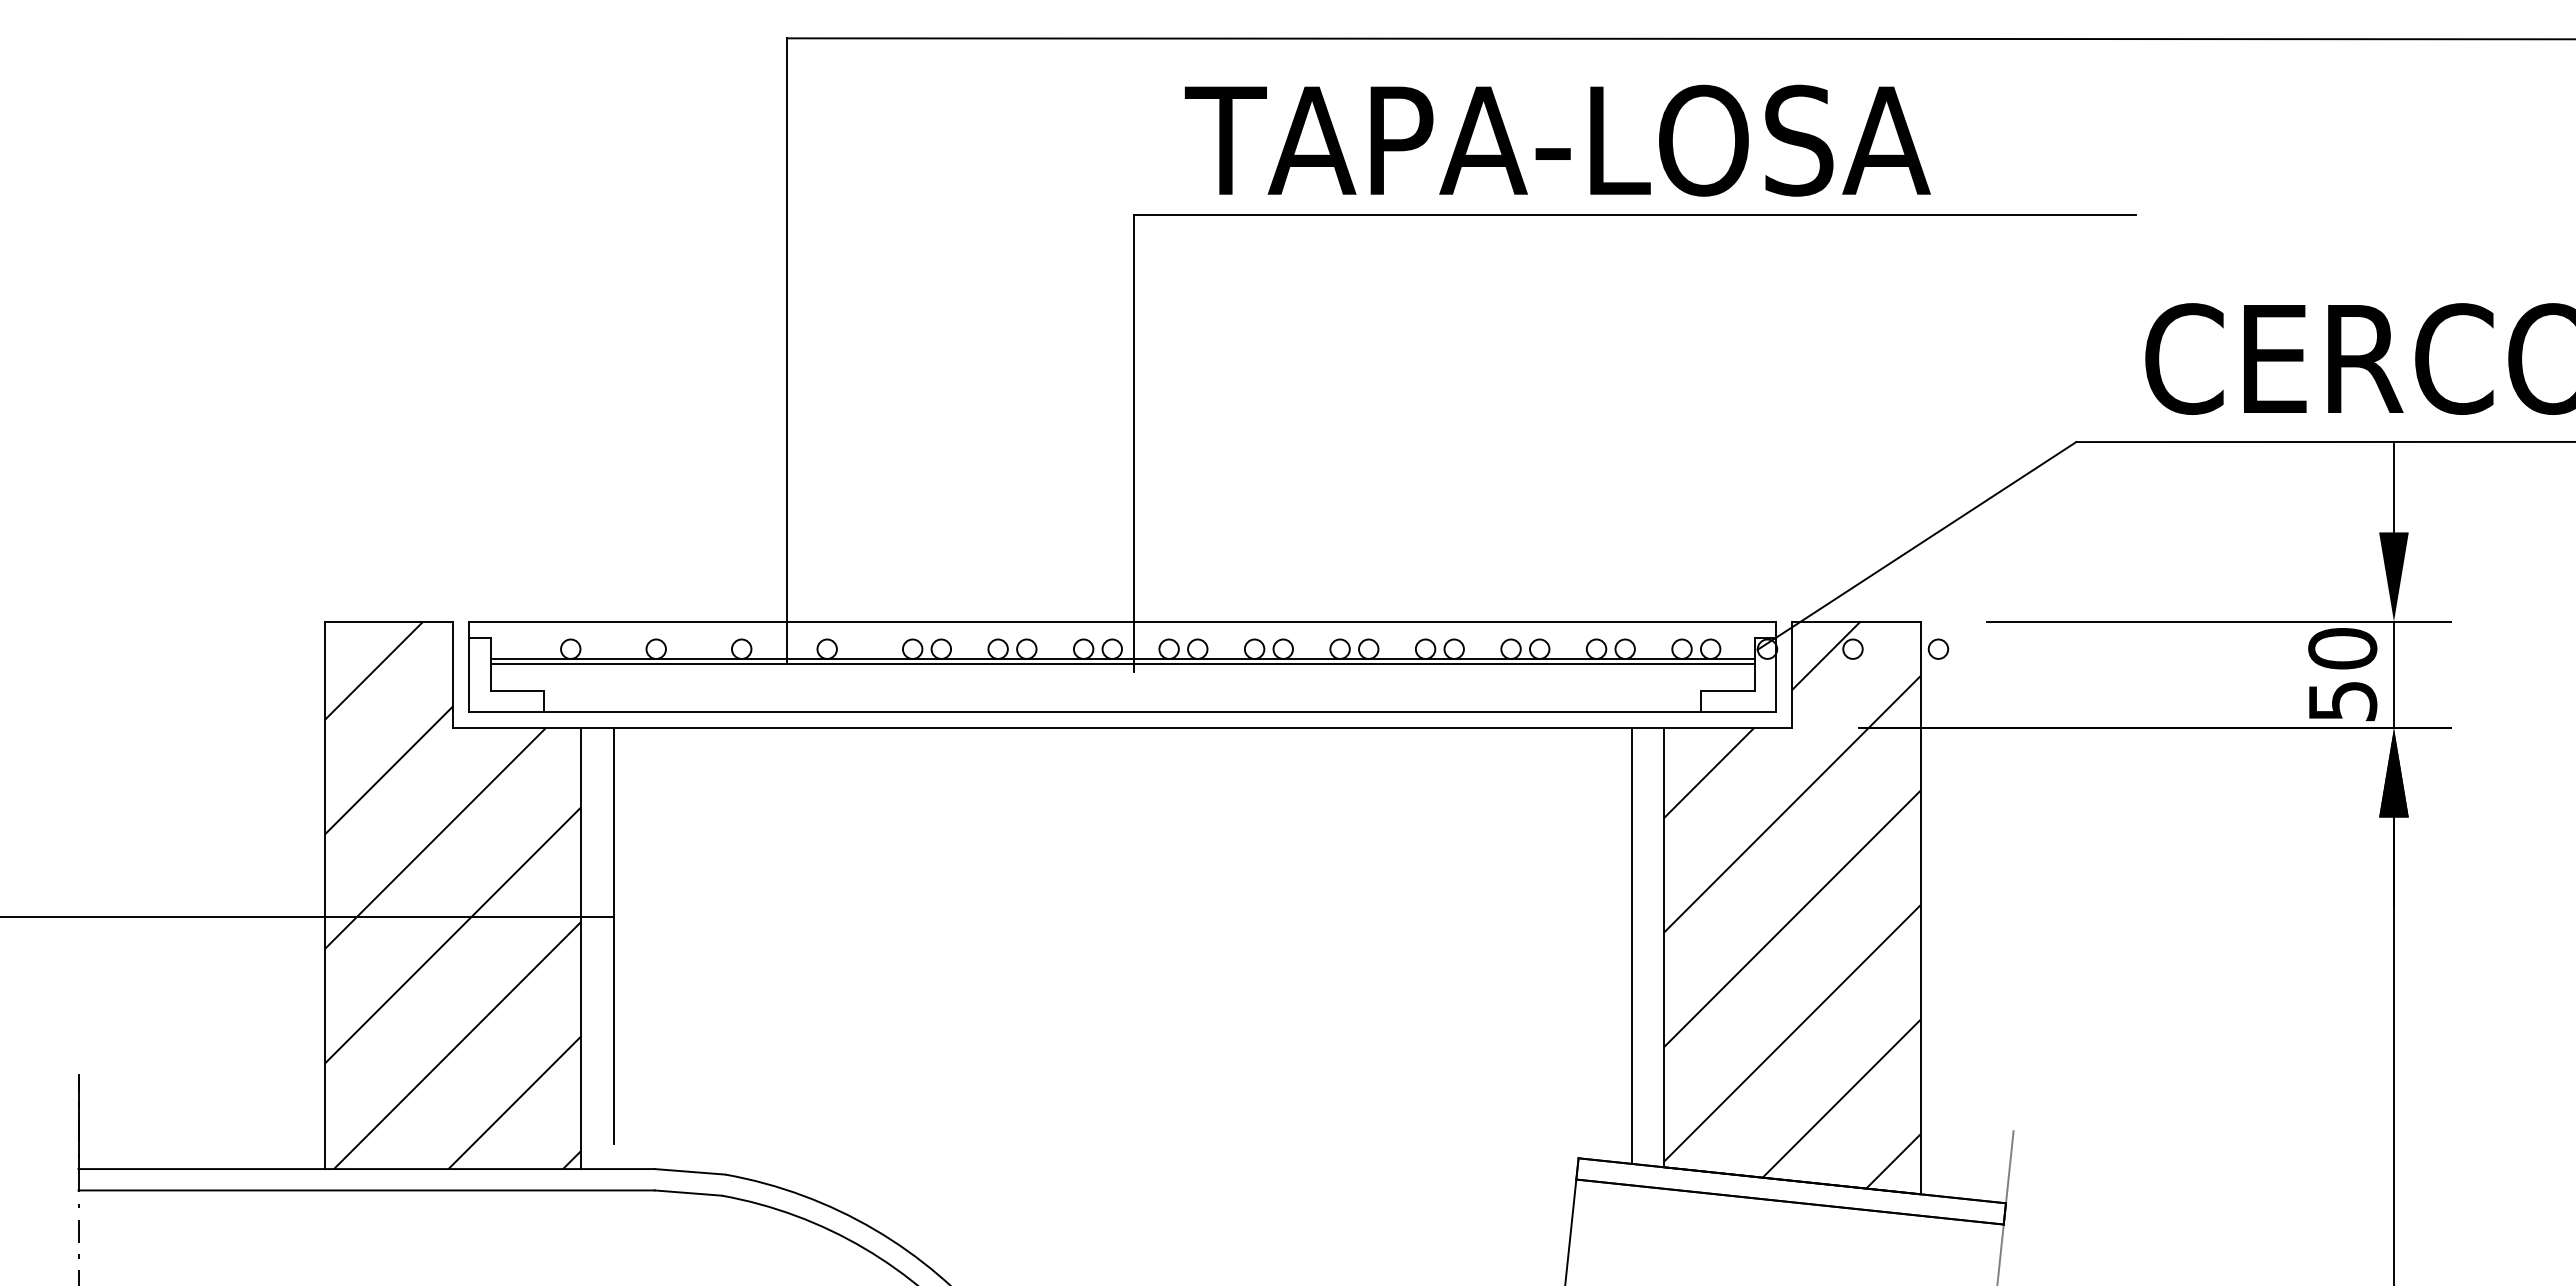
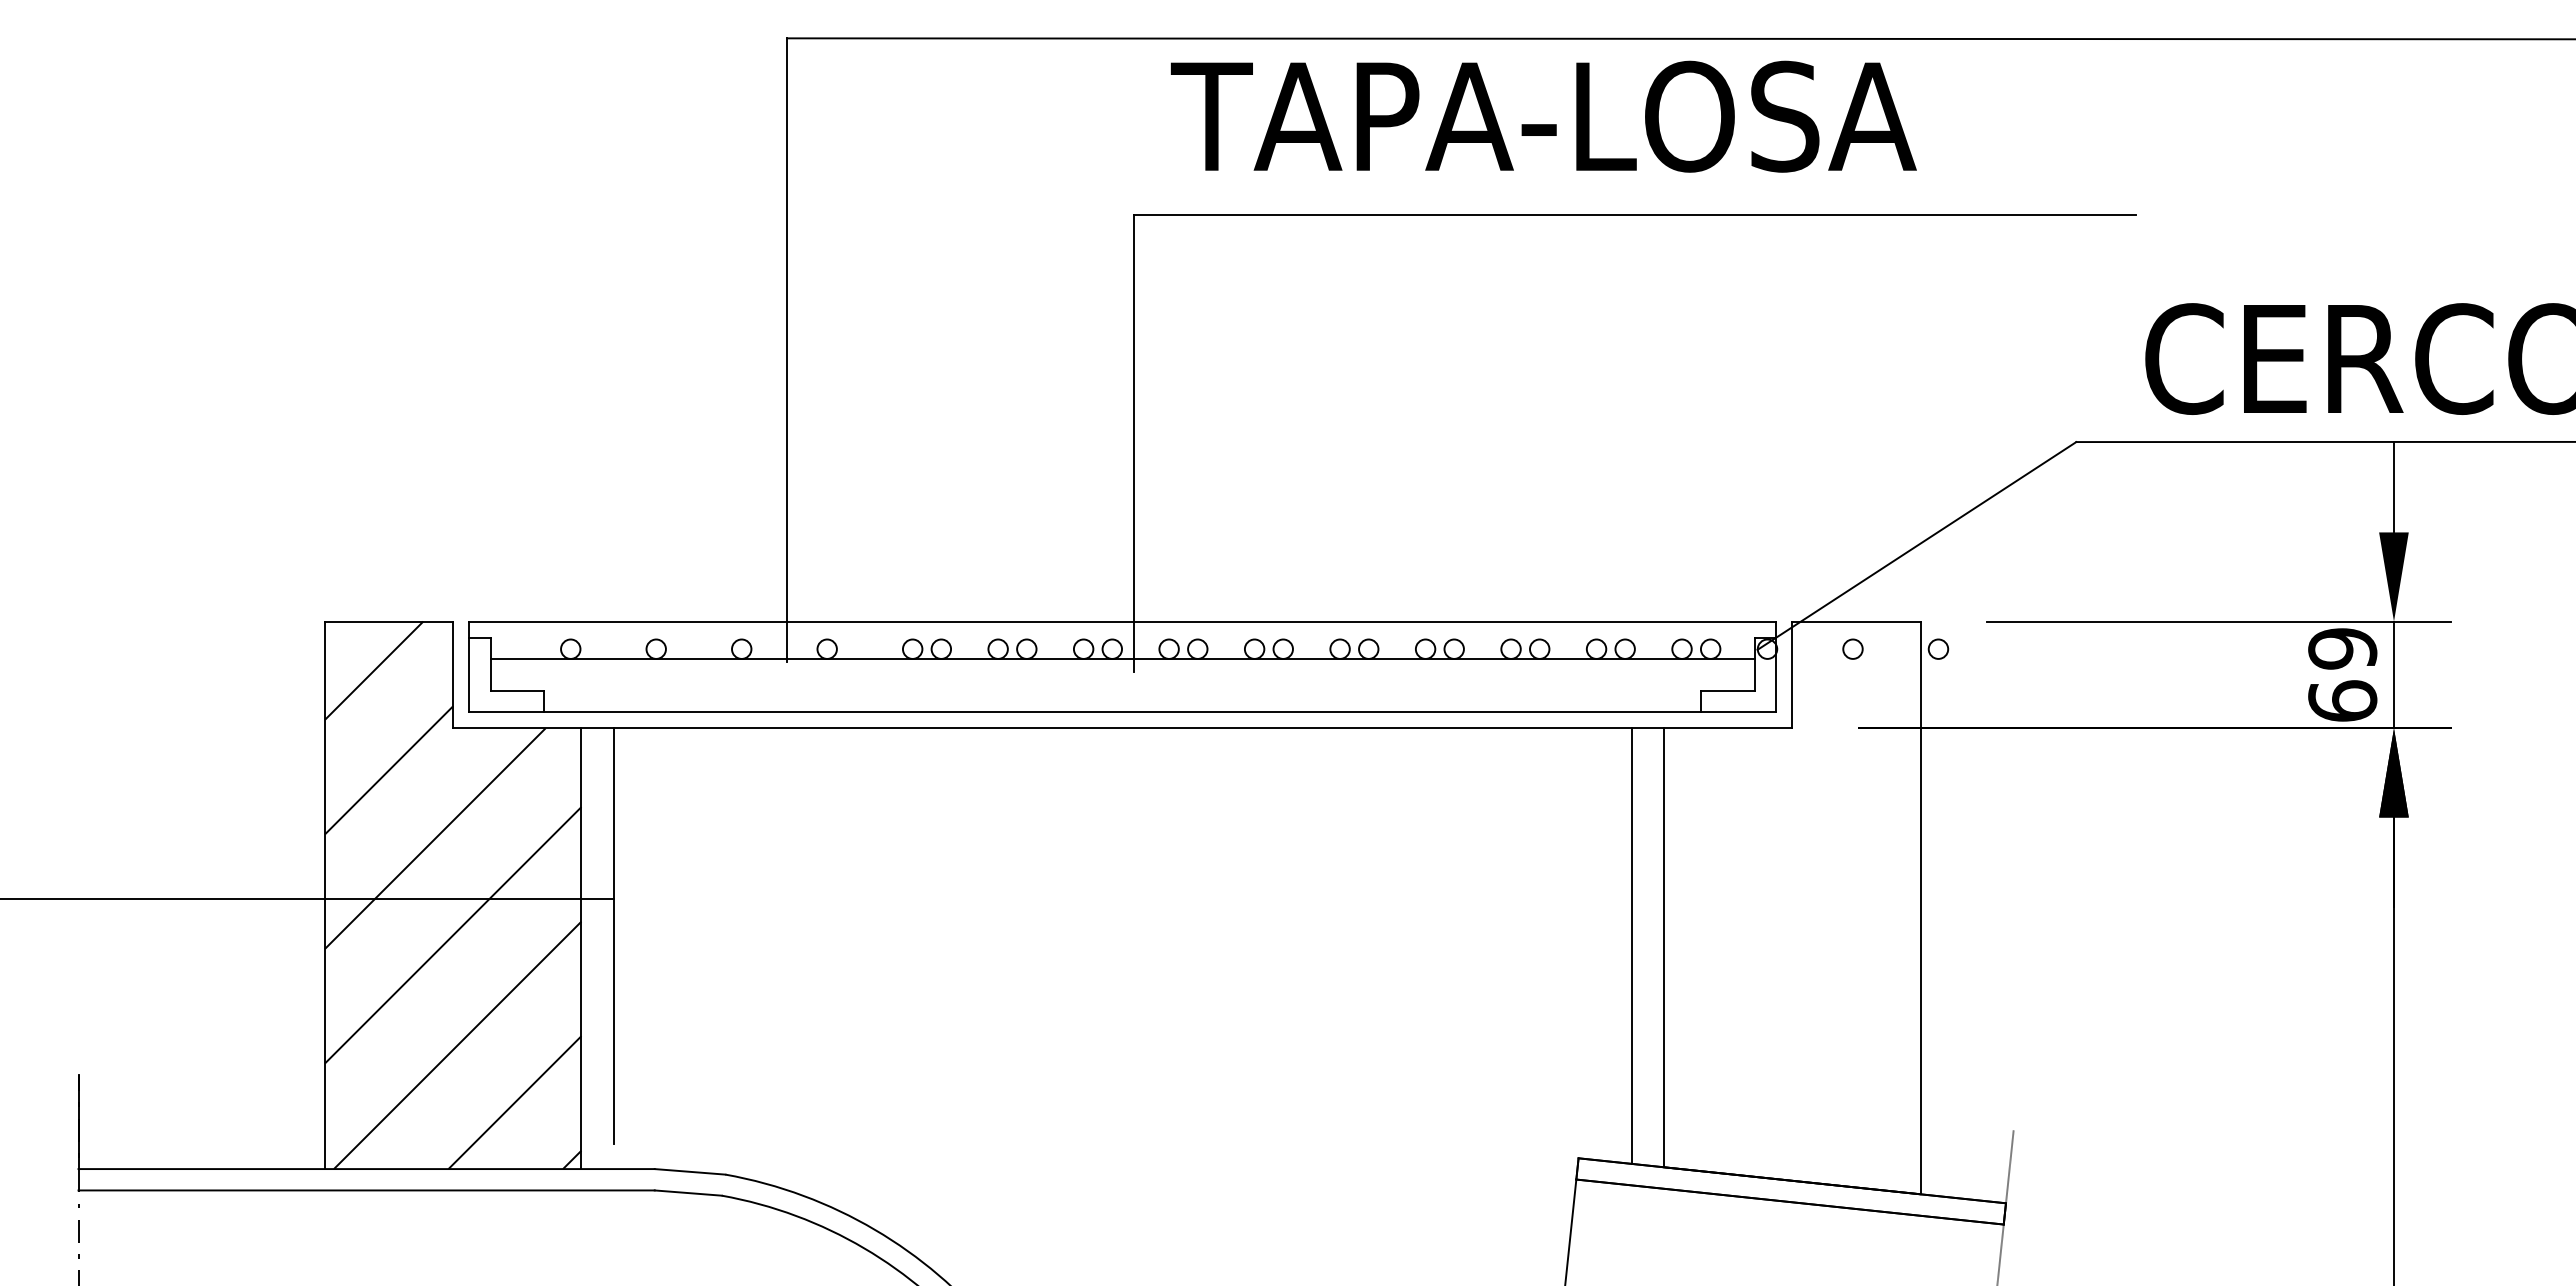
text at (1557, 140) position: (1557, 140) -> (1543, 116)
line at (1122, 664): present -> none
text at (2342, 674): 50 -> 69
hatch at (1792, 904): present -> none
line at (307, 917) position: (307, 917) -> (307, 899)
